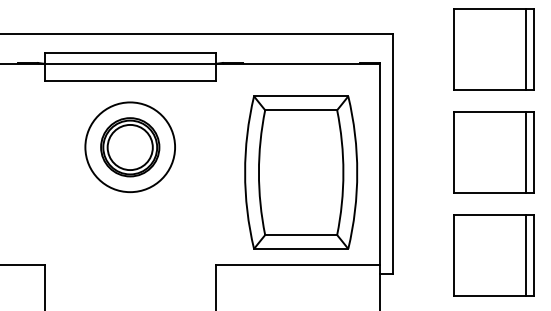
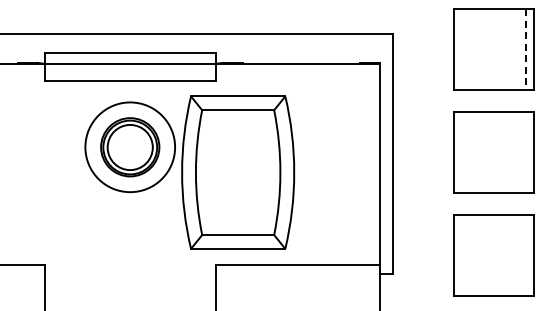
line at (525, 50): solid -> dashed
line at (525, 152): present -> none
part at (301, 172) position: (301, 172) -> (238, 172)
line at (525, 255): present -> none
